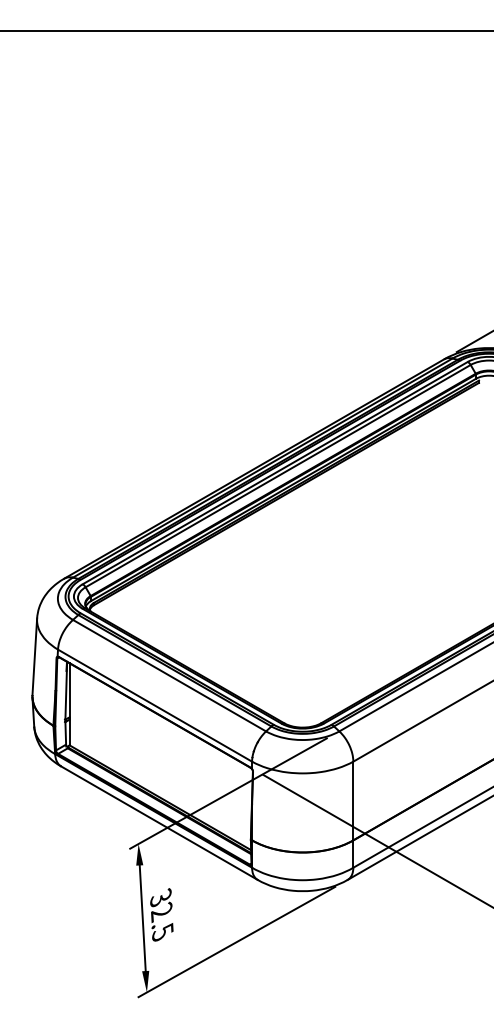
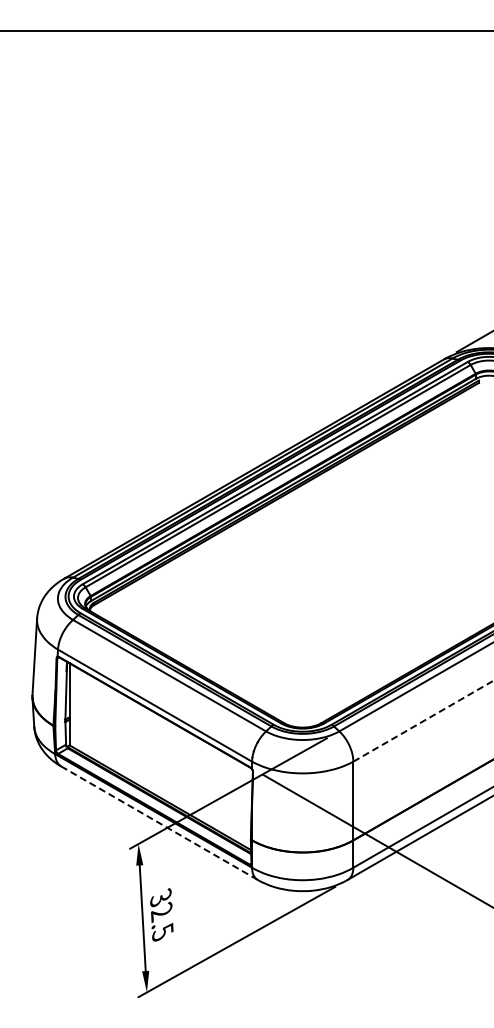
line at (423, 721): solid -> dashed
line at (159, 822): solid -> dashed
